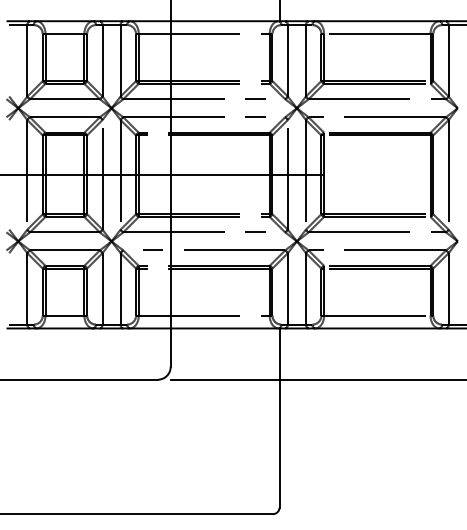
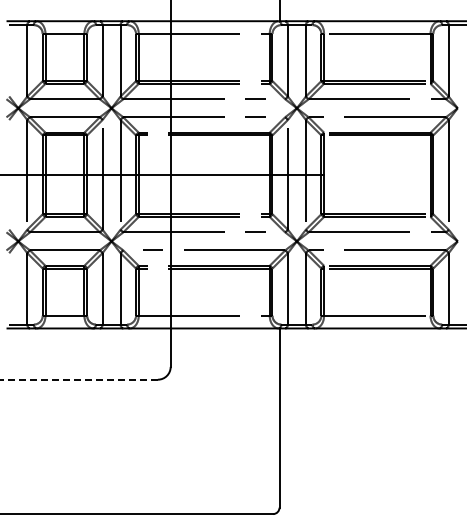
line at (79, 379): solid -> dashed
line at (316, 379): present -> none
